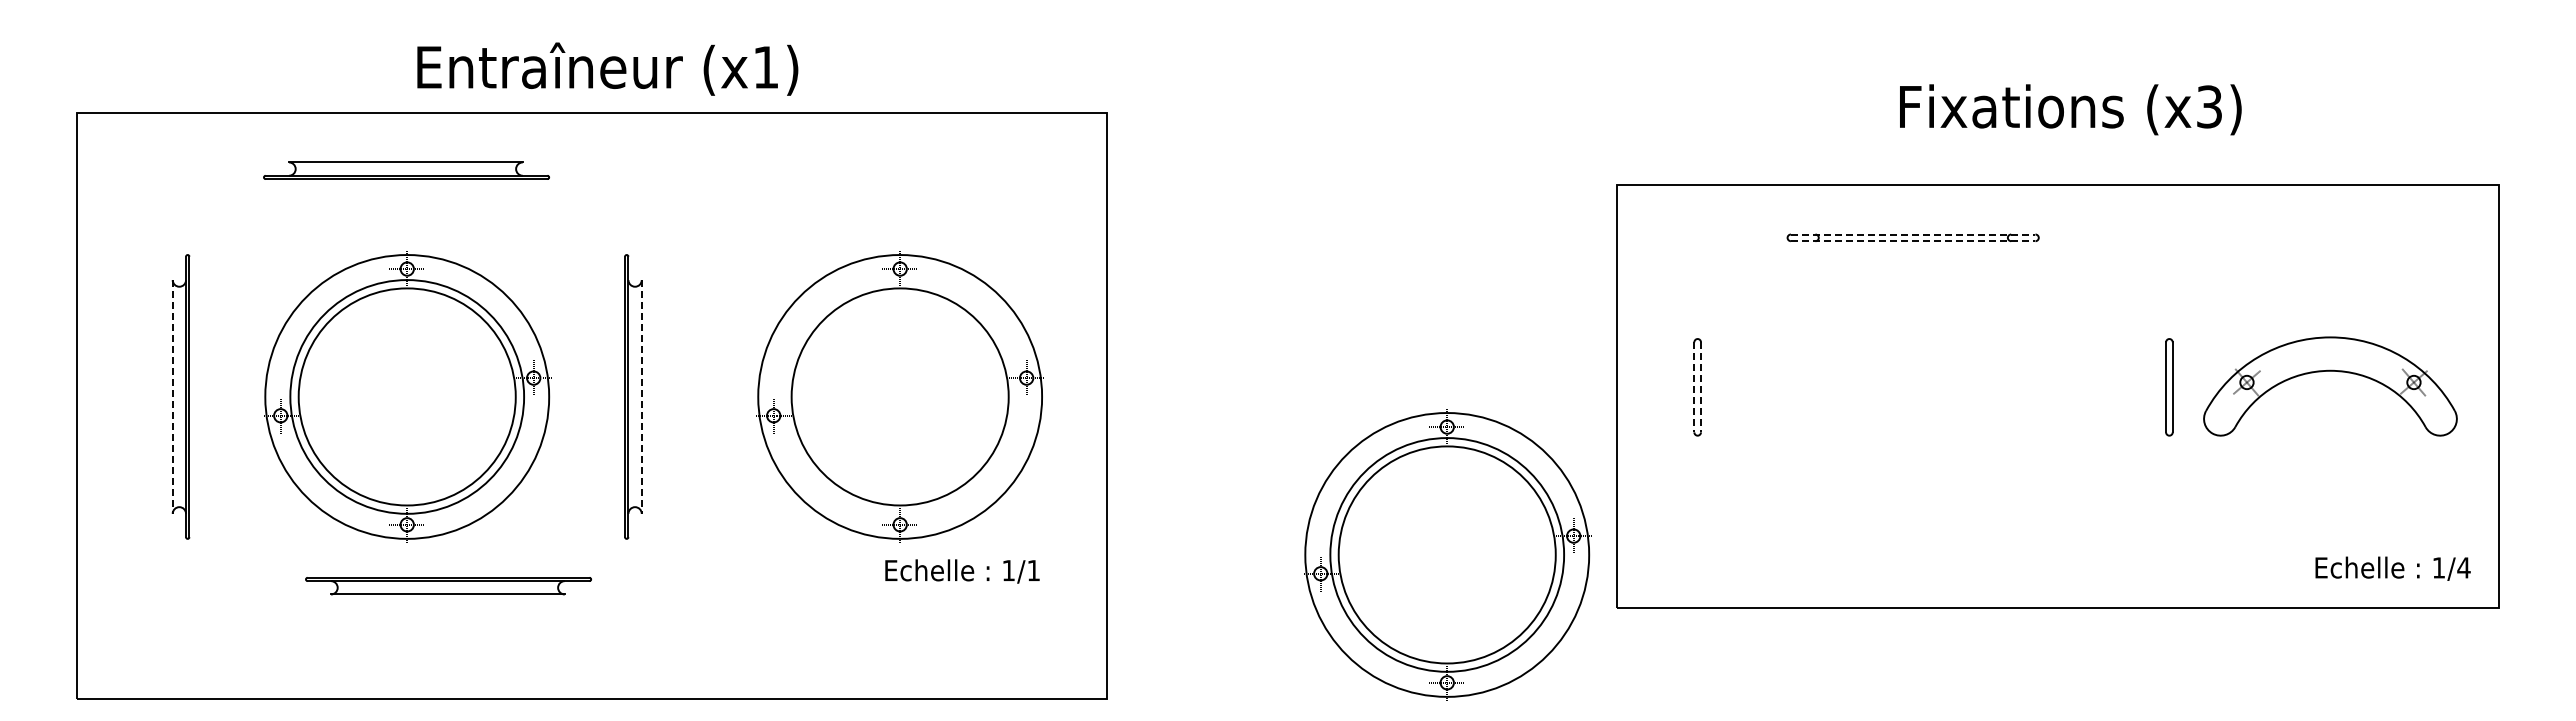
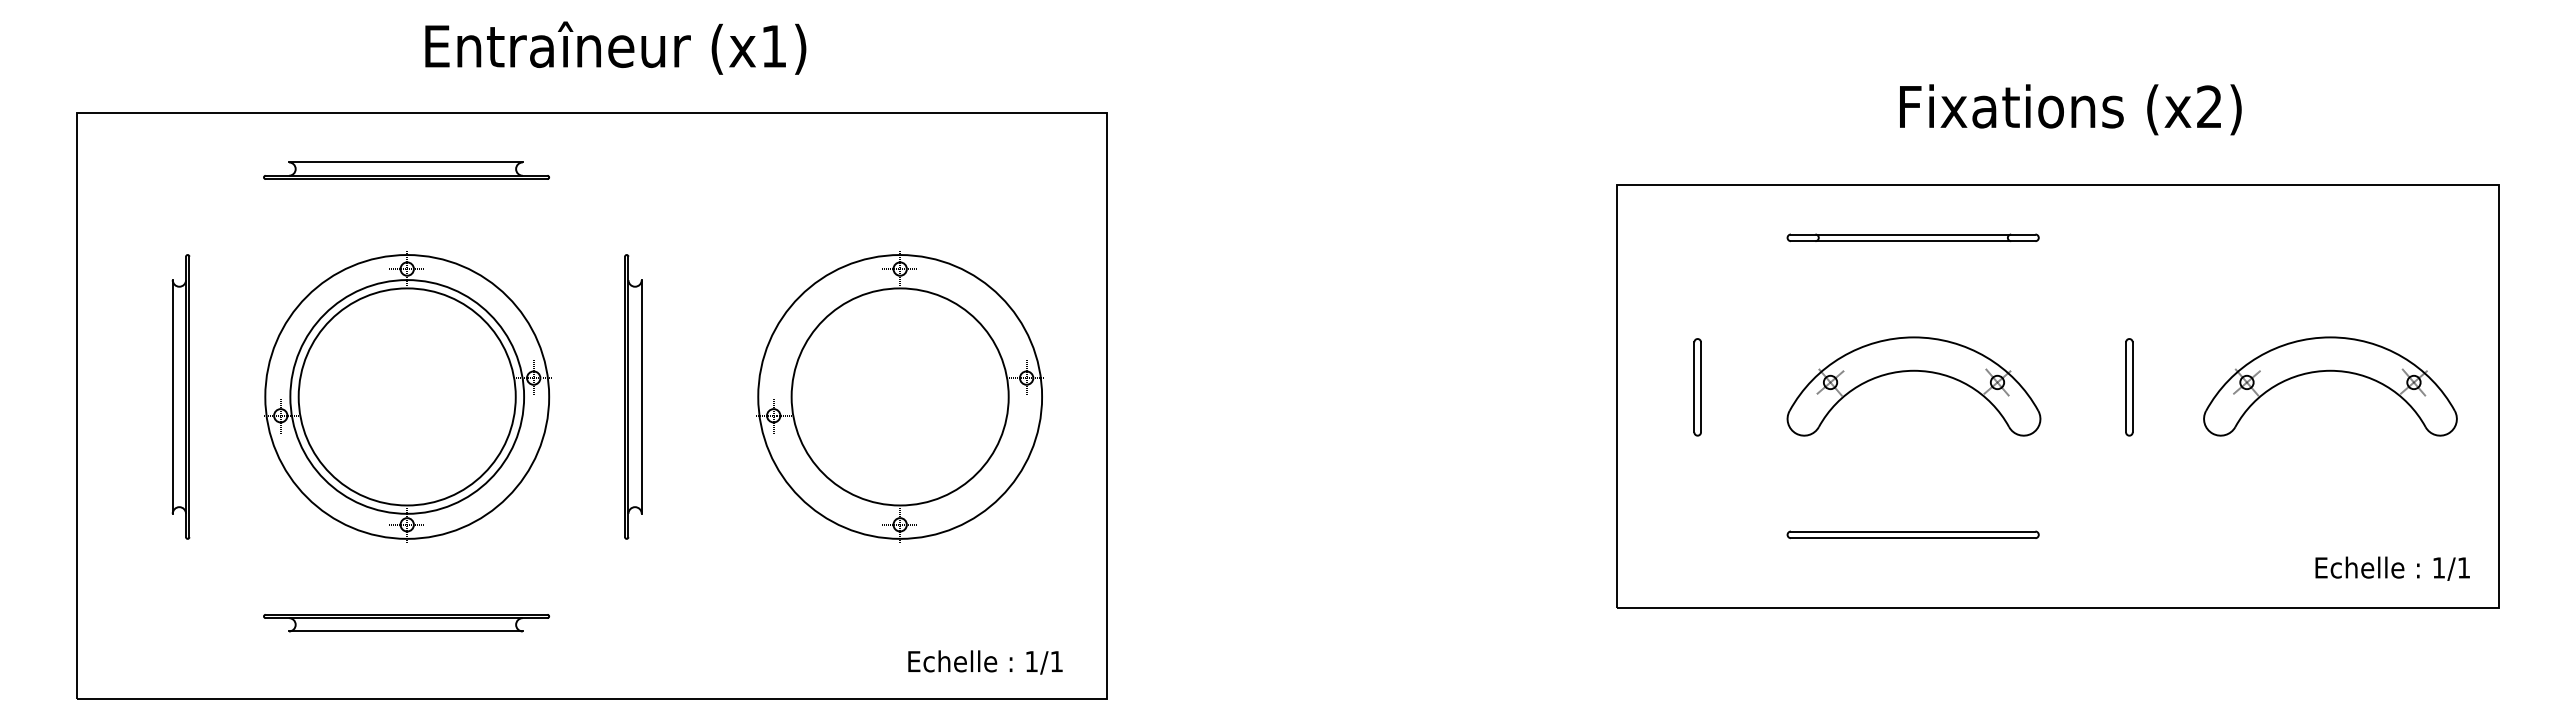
text at (607, 68) position: (607, 68) -> (615, 47)
text at (2209, 106): (x3) -> (x2)
line at (1913, 234): dashed -> solid
line at (1913, 241): dashed -> solid
part at (1913, 371): none -> present
line at (1694, 387): dashed -> solid
line at (1701, 387): dashed -> solid
part at (2169, 387) position: (2169, 387) -> (2129, 387)
line at (172, 396): dashed -> solid
line at (641, 396): dashed -> solid
part at (1912, 534): none -> present
part at (1447, 554): present -> none
text at (2463, 567): 1/4 -> 1/1
text at (962, 571) position: (962, 571) -> (985, 662)
part at (448, 586) position: (448, 586) -> (406, 623)
